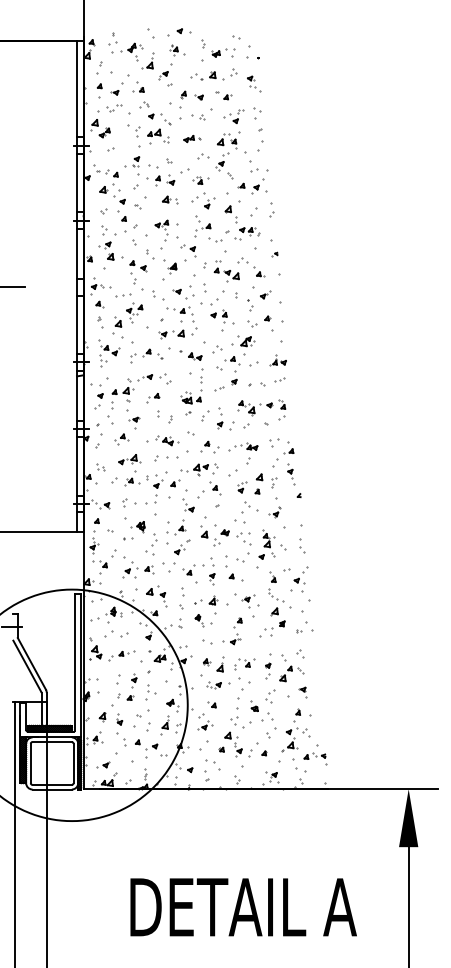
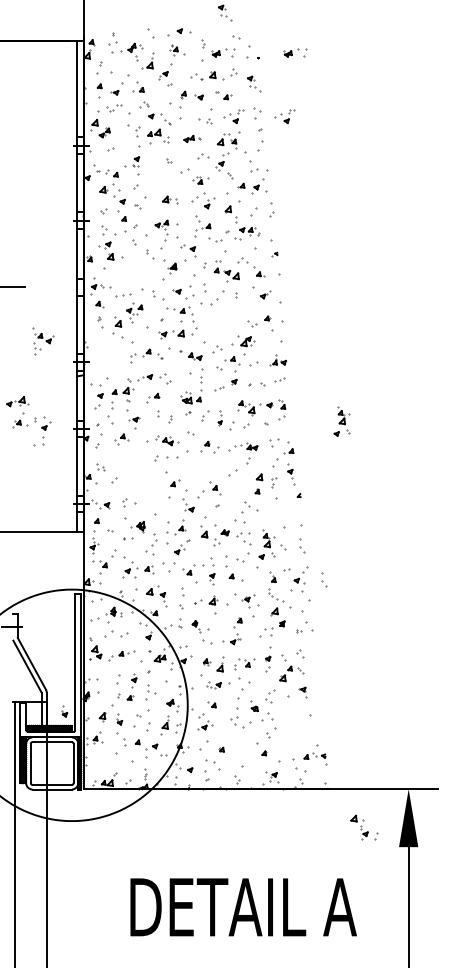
part at (225, 12): none -> present
part at (295, 52): none -> present
part at (284, 116): none -> present
part at (198, 117) position: (198, 117) -> (205, 121)
part at (160, 175): present -> none
part at (138, 272): present -> none
part at (250, 305): present -> none
part at (222, 320): present -> none
part at (109, 353) position: (109, 353) -> (43, 341)
part at (220, 418) size: 7x23 px -> 6x17 px
part at (341, 421): none -> present
part at (199, 469): present -> none
part at (140, 479) position: (140, 479) -> (28, 421)
part at (242, 487): present -> none
part at (274, 512): present -> none
part at (324, 579): none -> present
part at (203, 620) position: (203, 620) -> (200, 626)
part at (268, 666) position: (268, 666) -> (268, 659)
part at (64, 711): none -> present
part at (295, 730): present -> none
part at (238, 744) position: (238, 744) -> (364, 827)
part at (103, 764): present -> none
